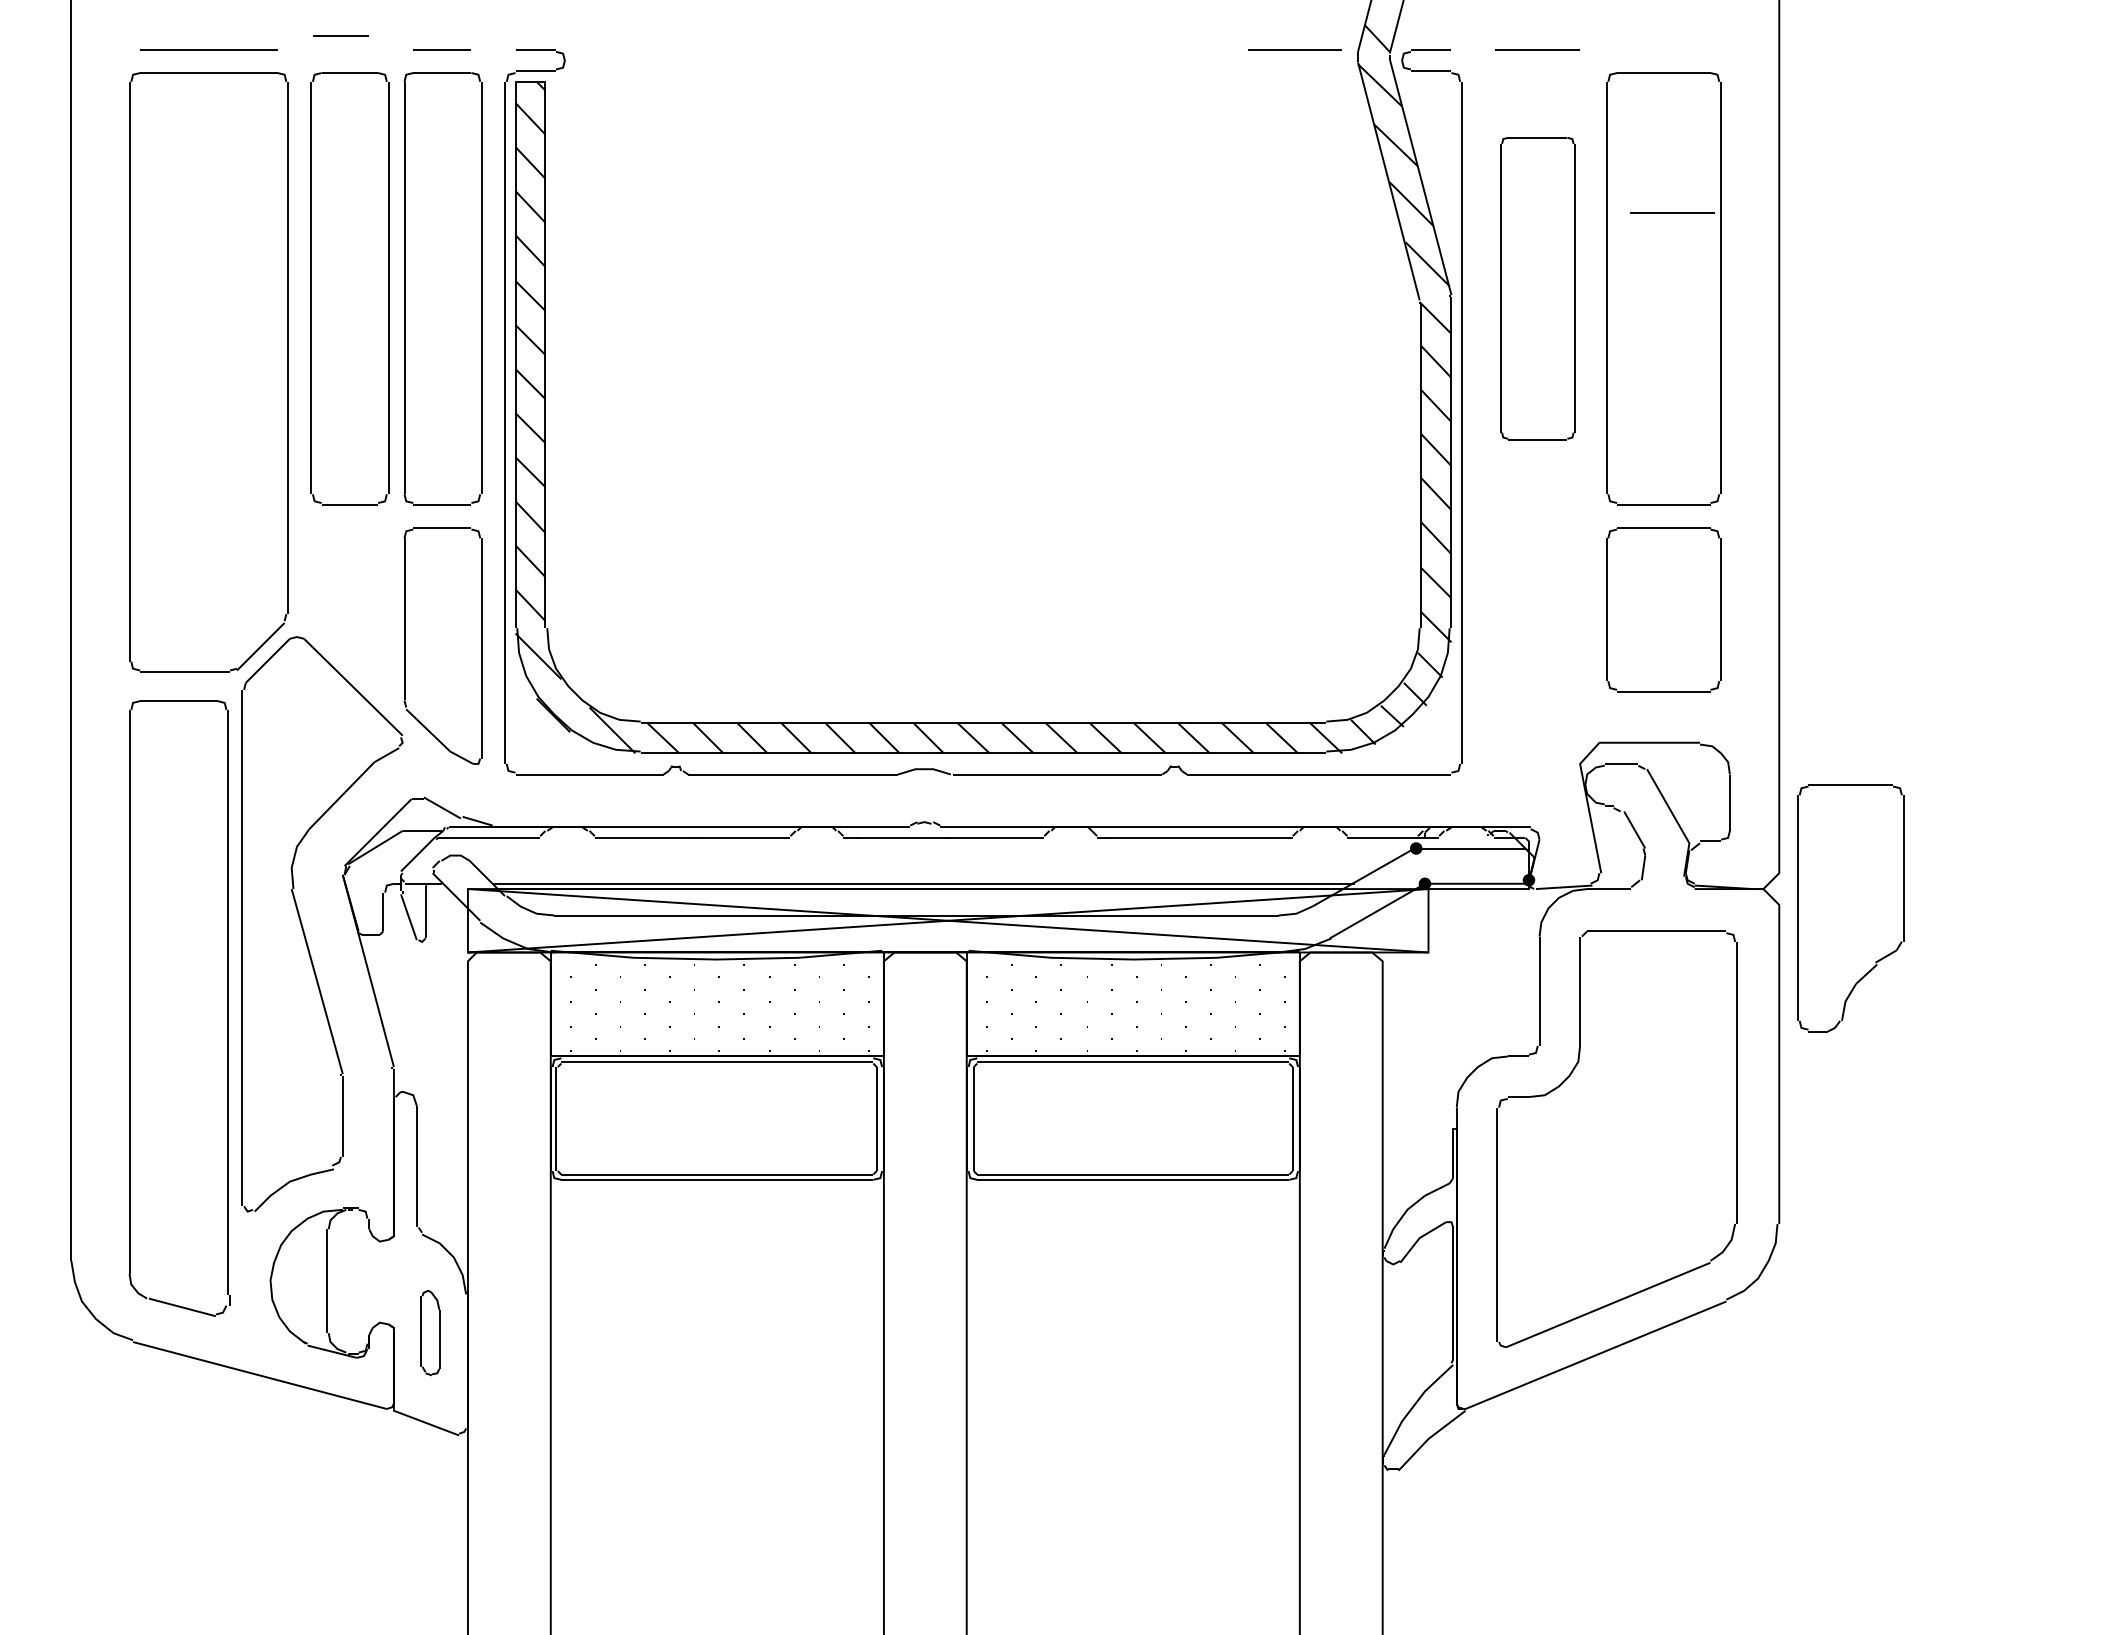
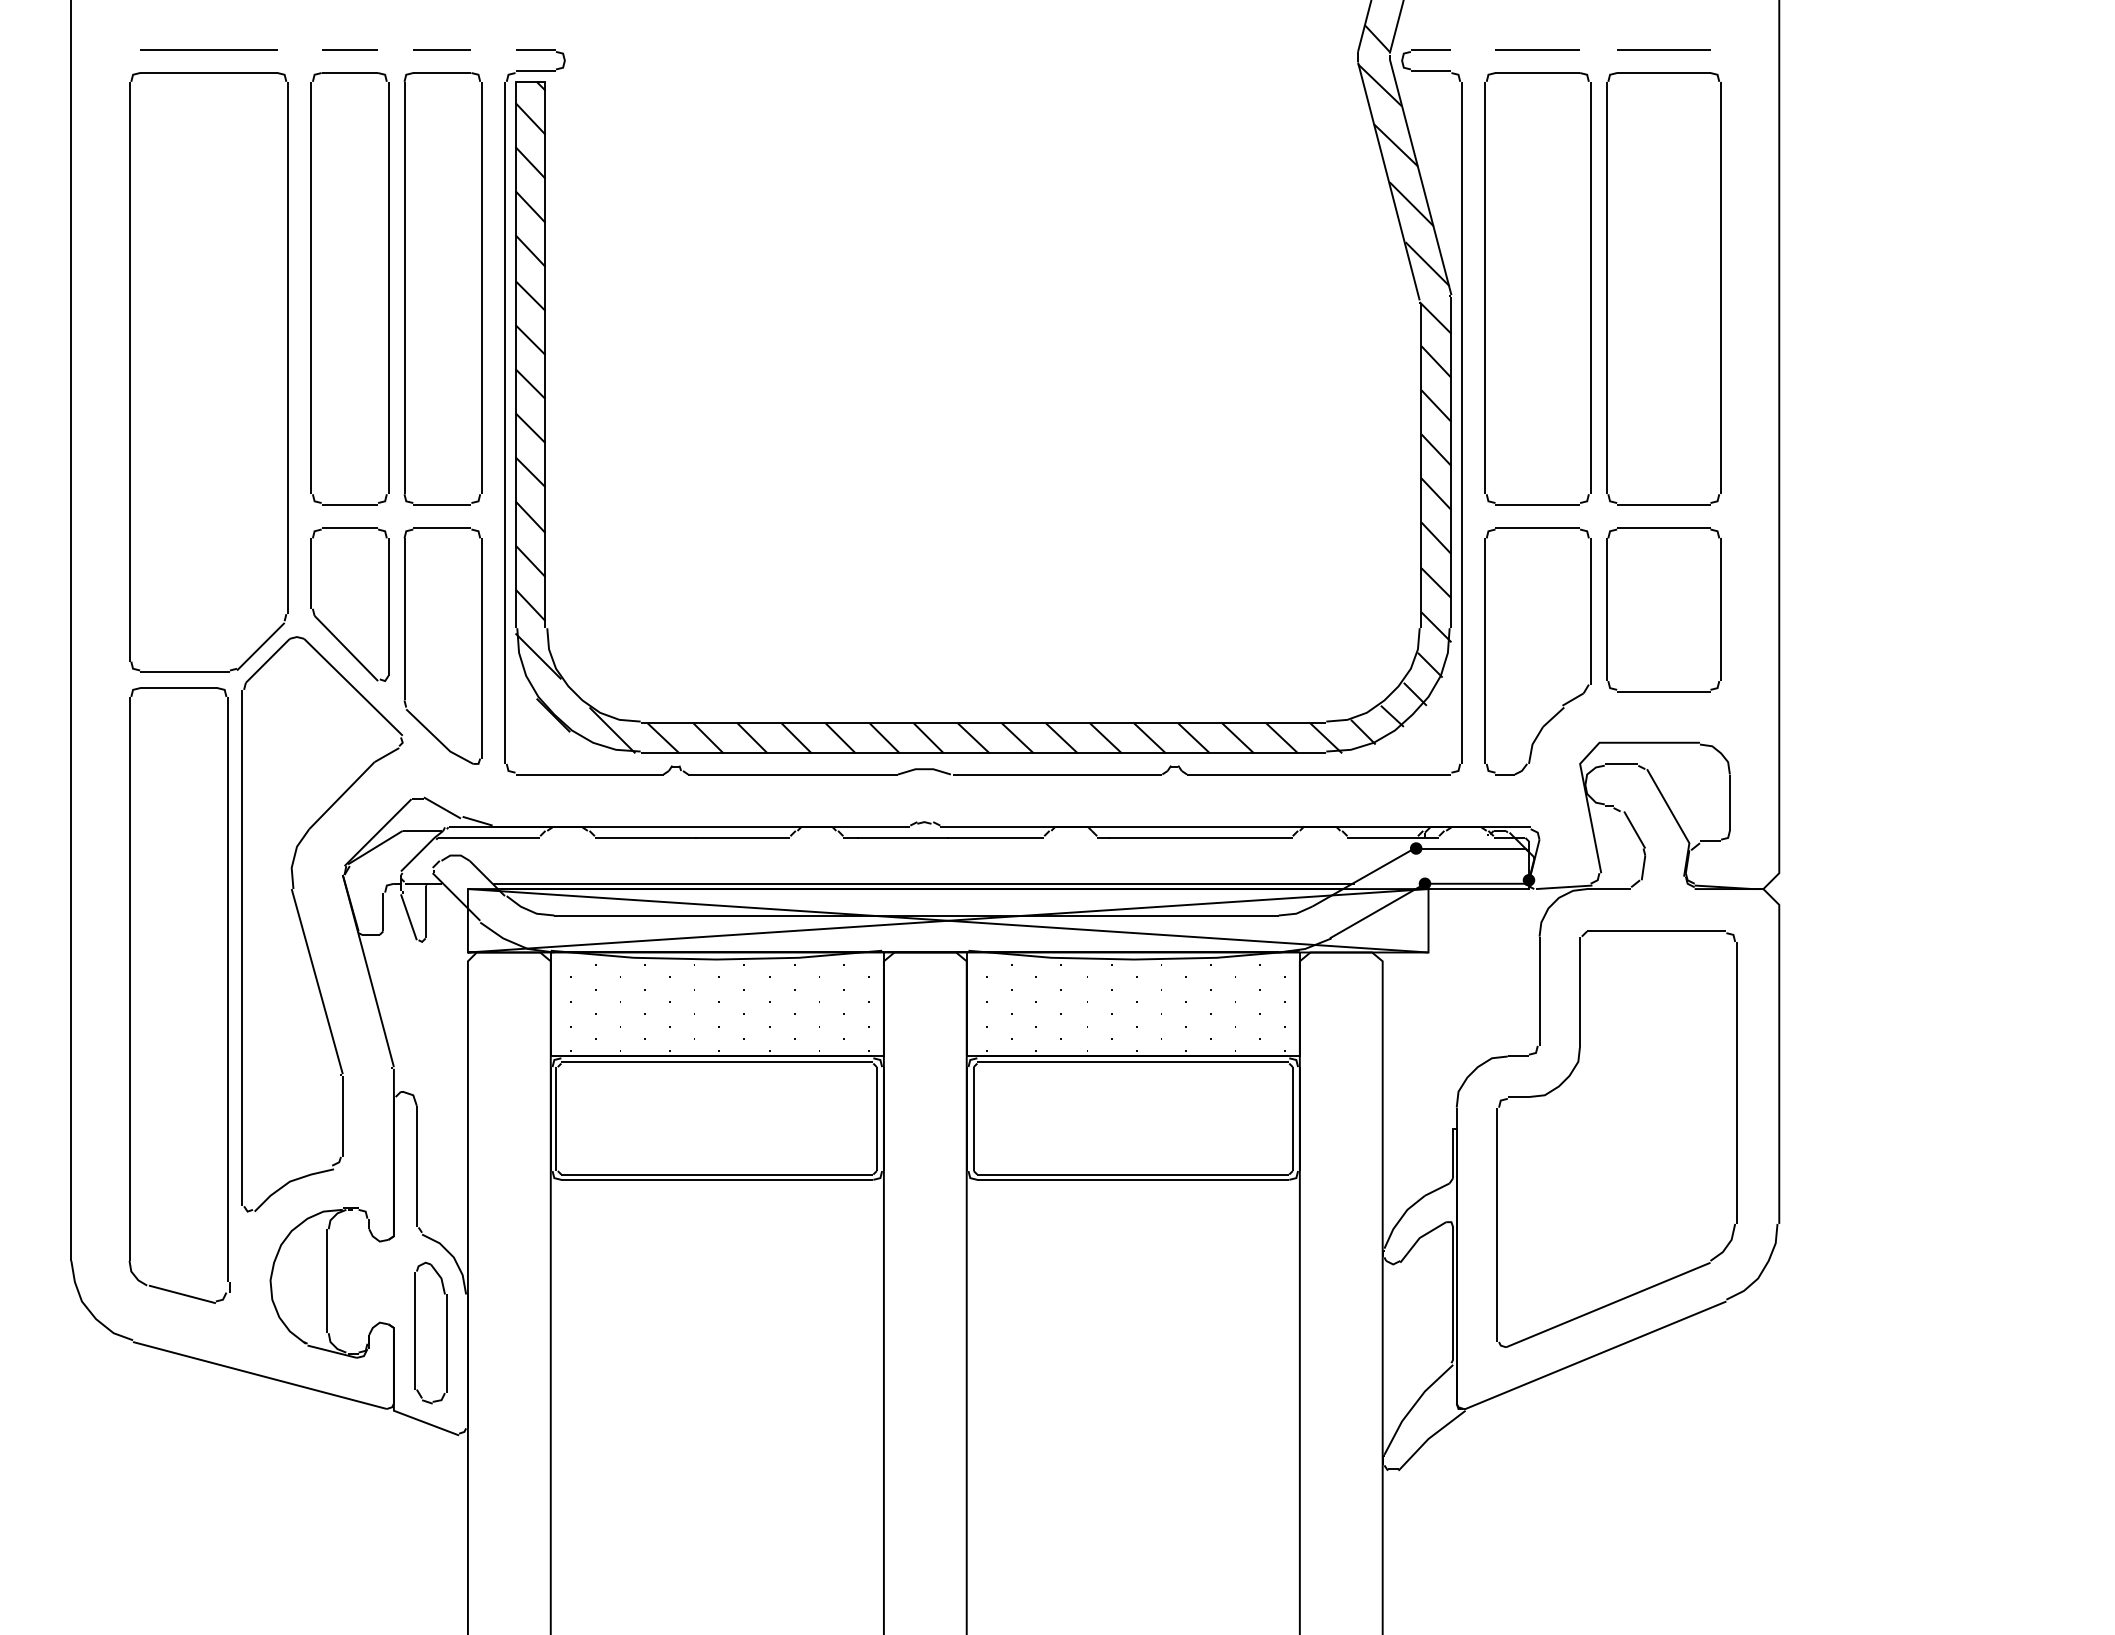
line at (340, 35) position: (340, 35) -> (349, 49)
line at (1294, 49) position: (1294, 49) -> (1663, 49)
line at (1672, 212): present -> none
part at (1537, 288) size: 76x304 px -> 108x434 px
part at (349, 604): none -> present
part at (1850, 908) position: (1850, 908) -> (1537, 651)
part at (227, 1008) position: (227, 1008) -> (227, 995)
part at (430, 1333) size: 21x87 px -> 34x144 px
